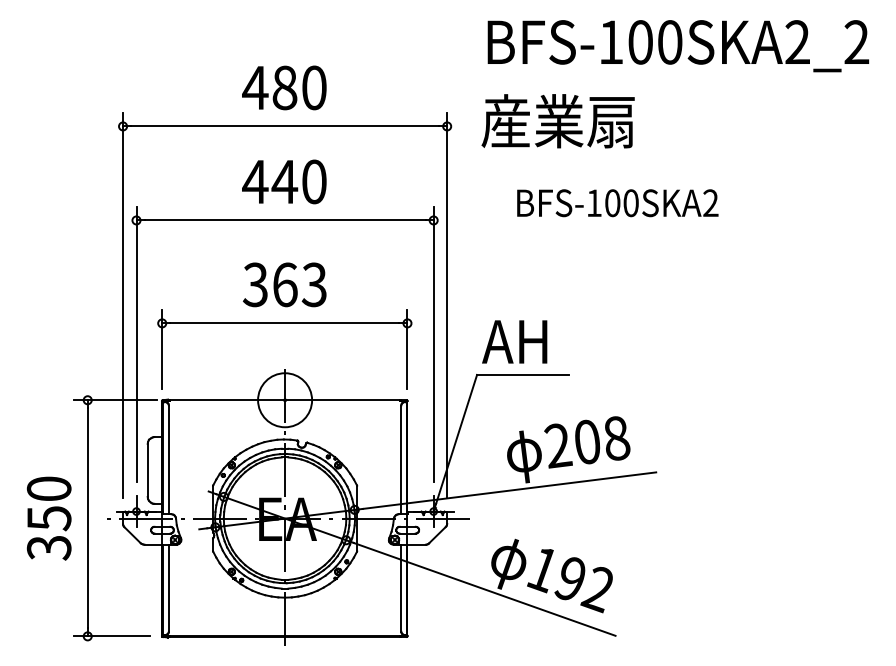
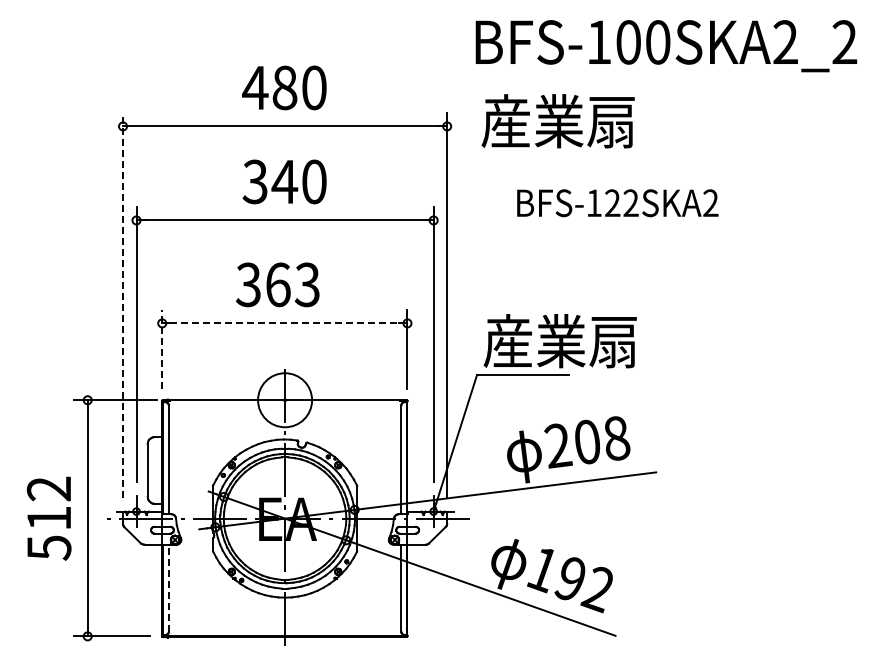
text at (678, 46) position: (678, 46) -> (666, 46)
text at (255, 181): 440 -> 340
text at (621, 203): BFS-100SKA2 -> BFS-122SKA2
text at (284, 284) position: (284, 284) -> (277, 284)
line at (123, 305): solid -> dashed
line at (284, 323): solid -> dashed
text at (559, 341): AH -> 産業扇
line at (162, 349): solid -> dashed
text at (48, 518): 350 -> 512
line at (168, 587): solid -> dashed
